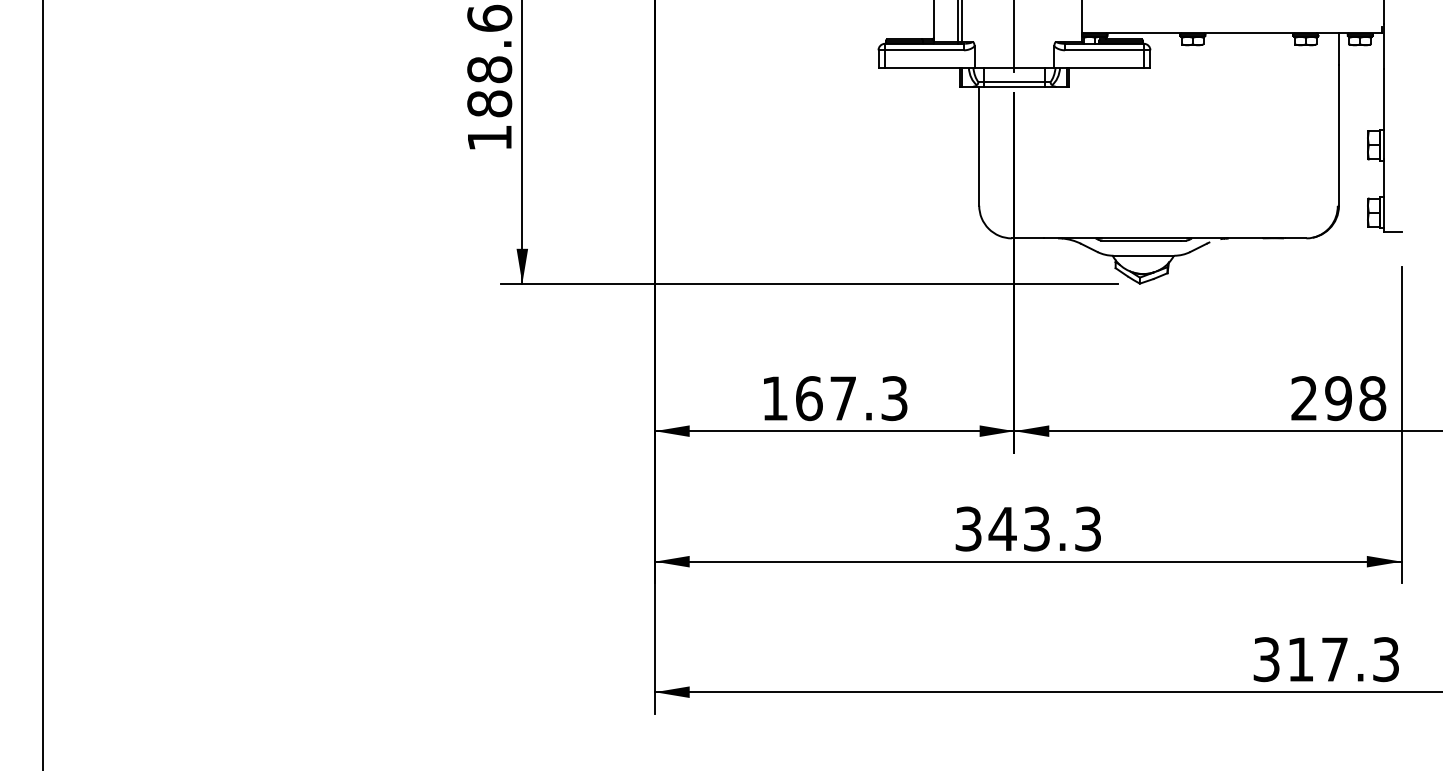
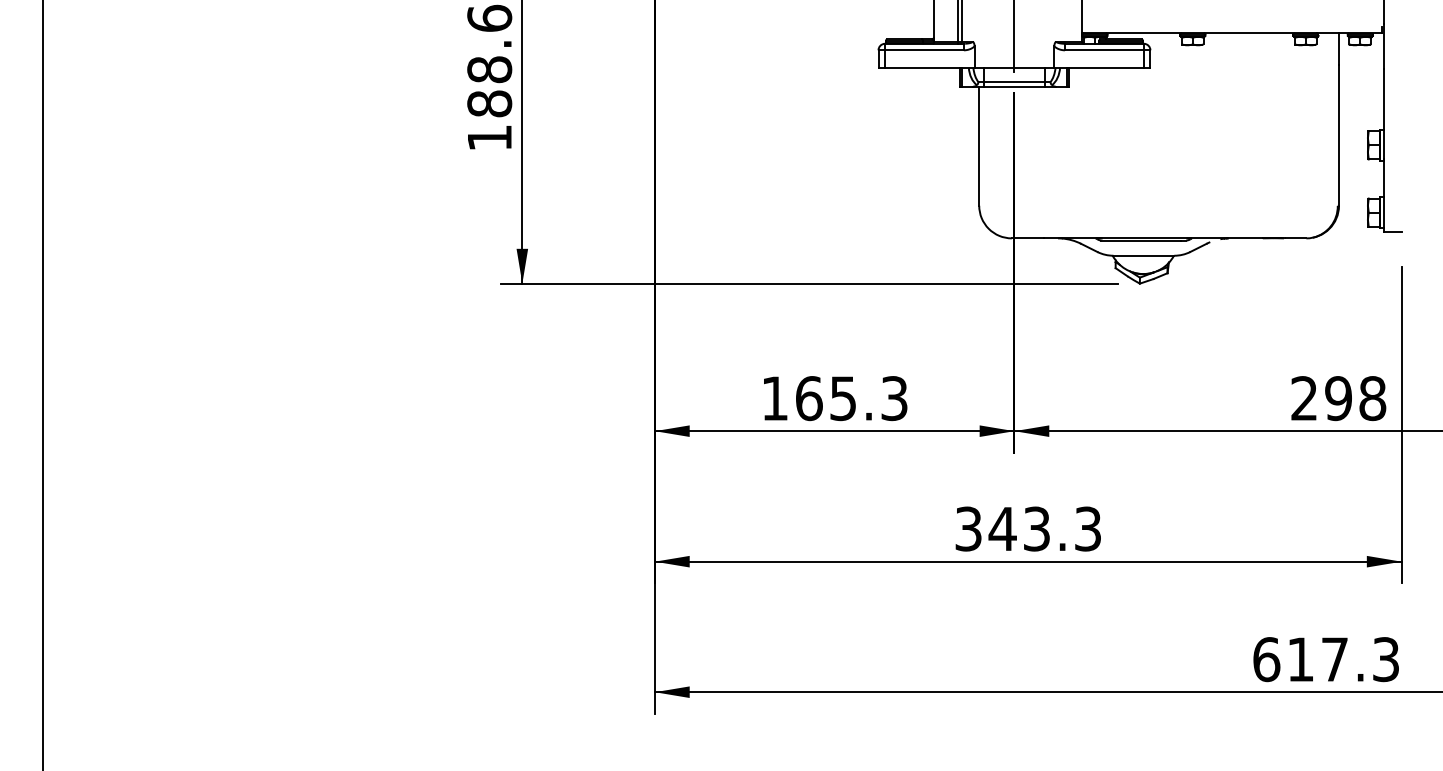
text at (842, 398): 167.3 -> 165.3
text at (1266, 659): 317.3 -> 617.3
